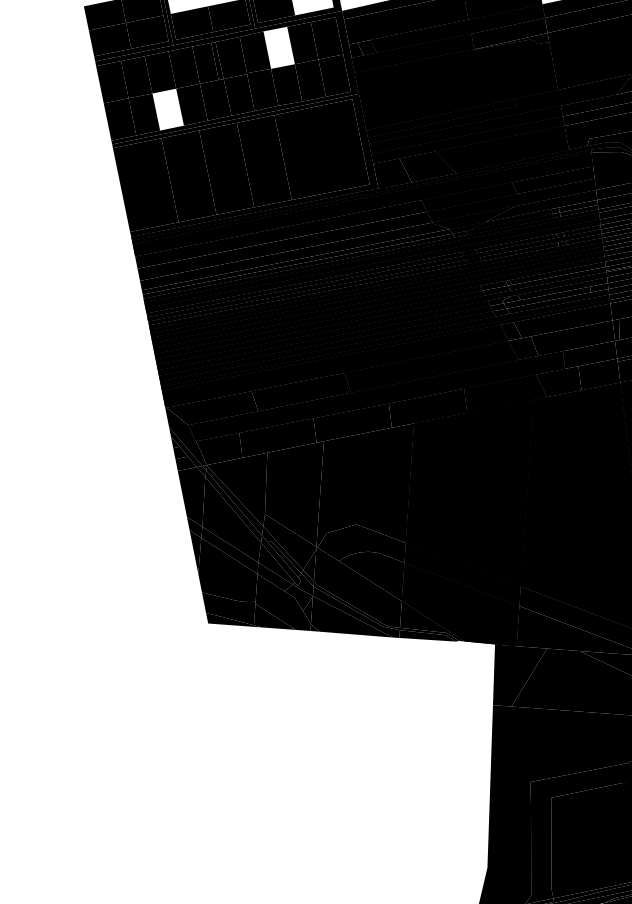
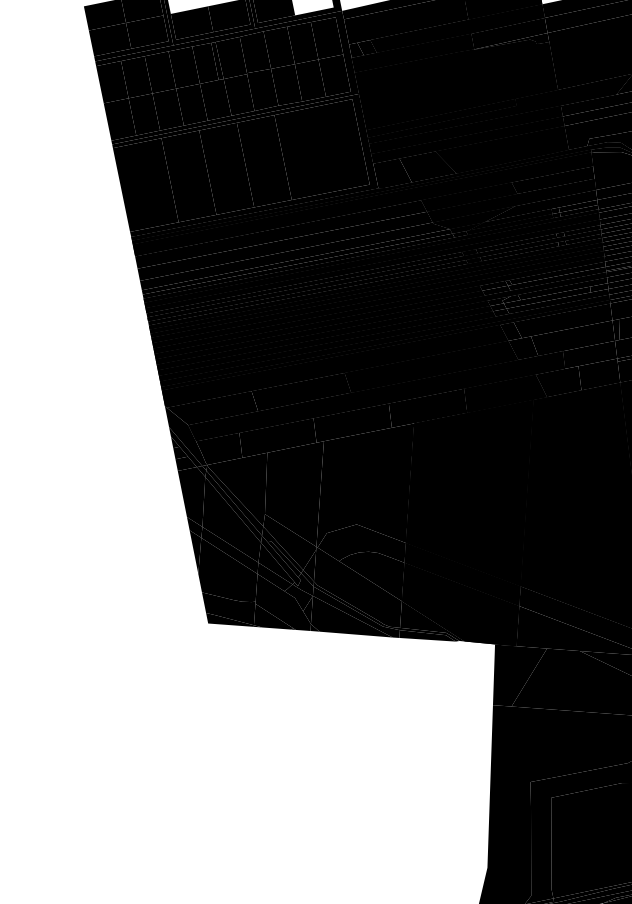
fill at (278, 47): none -> present
fill at (167, 109): none -> present
